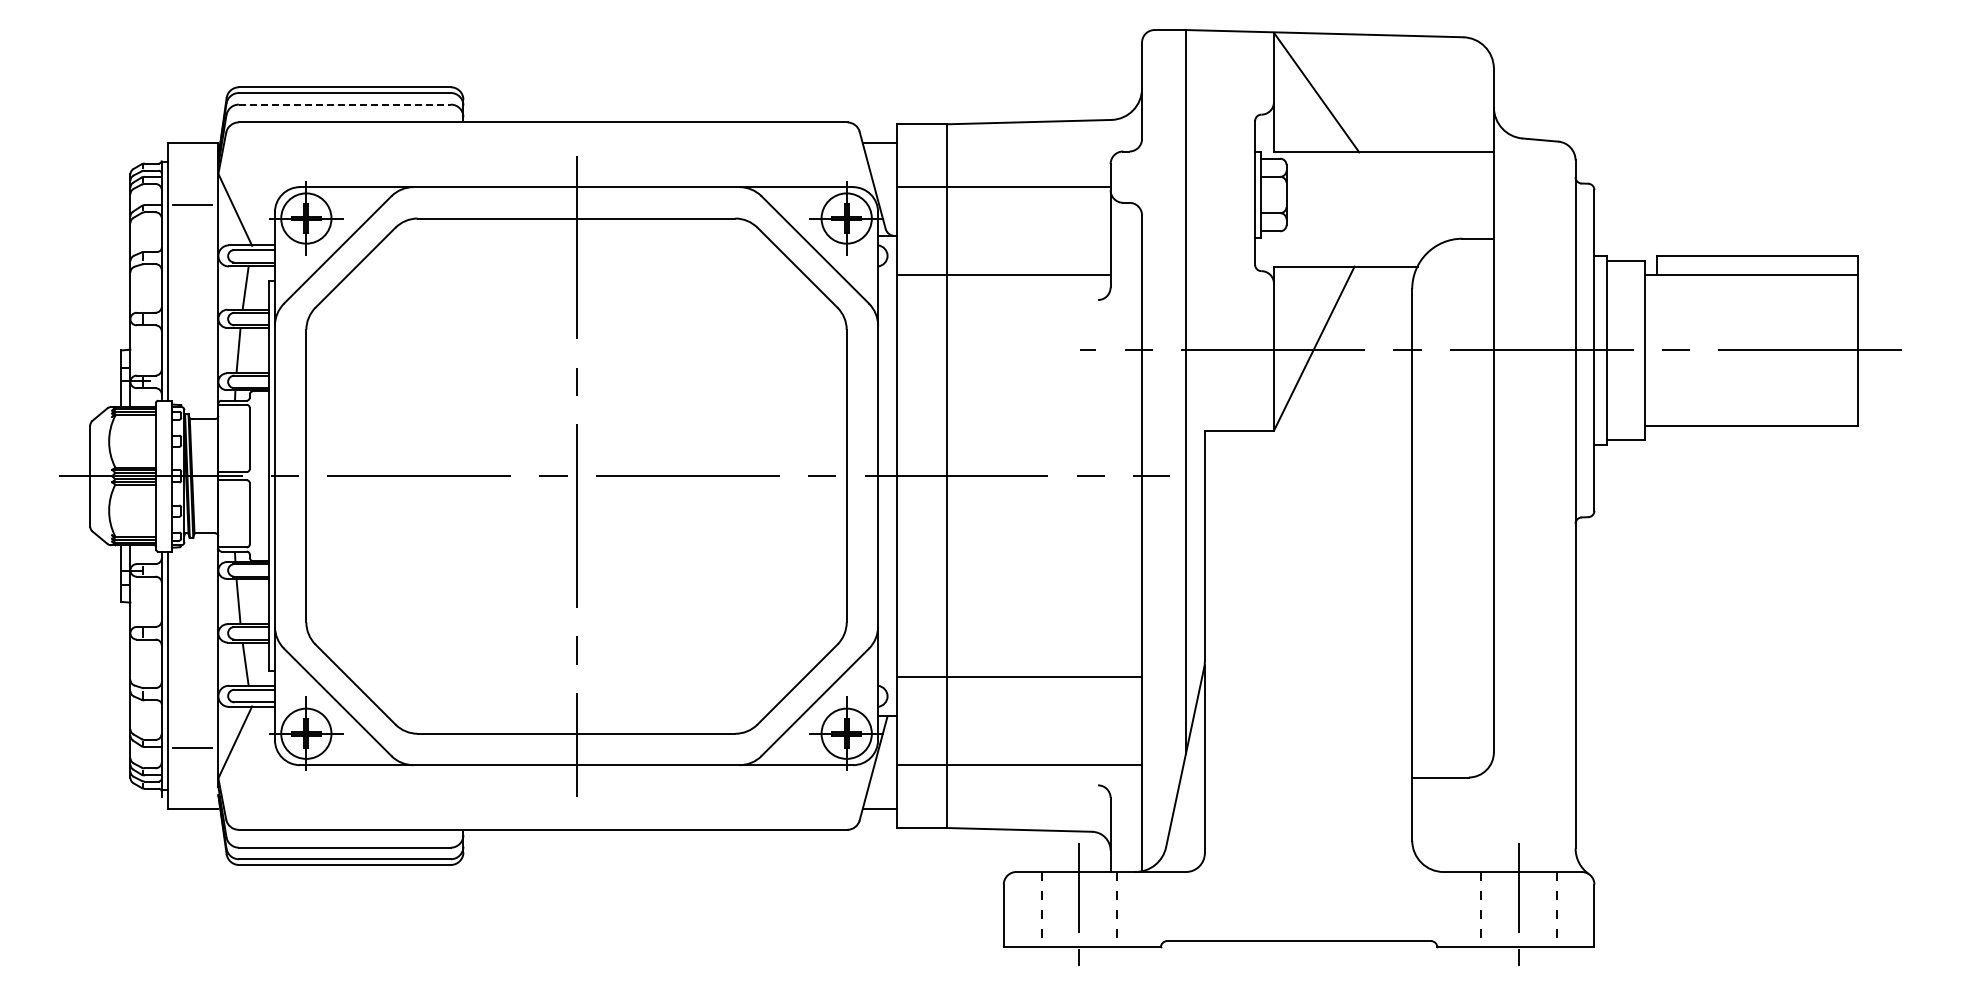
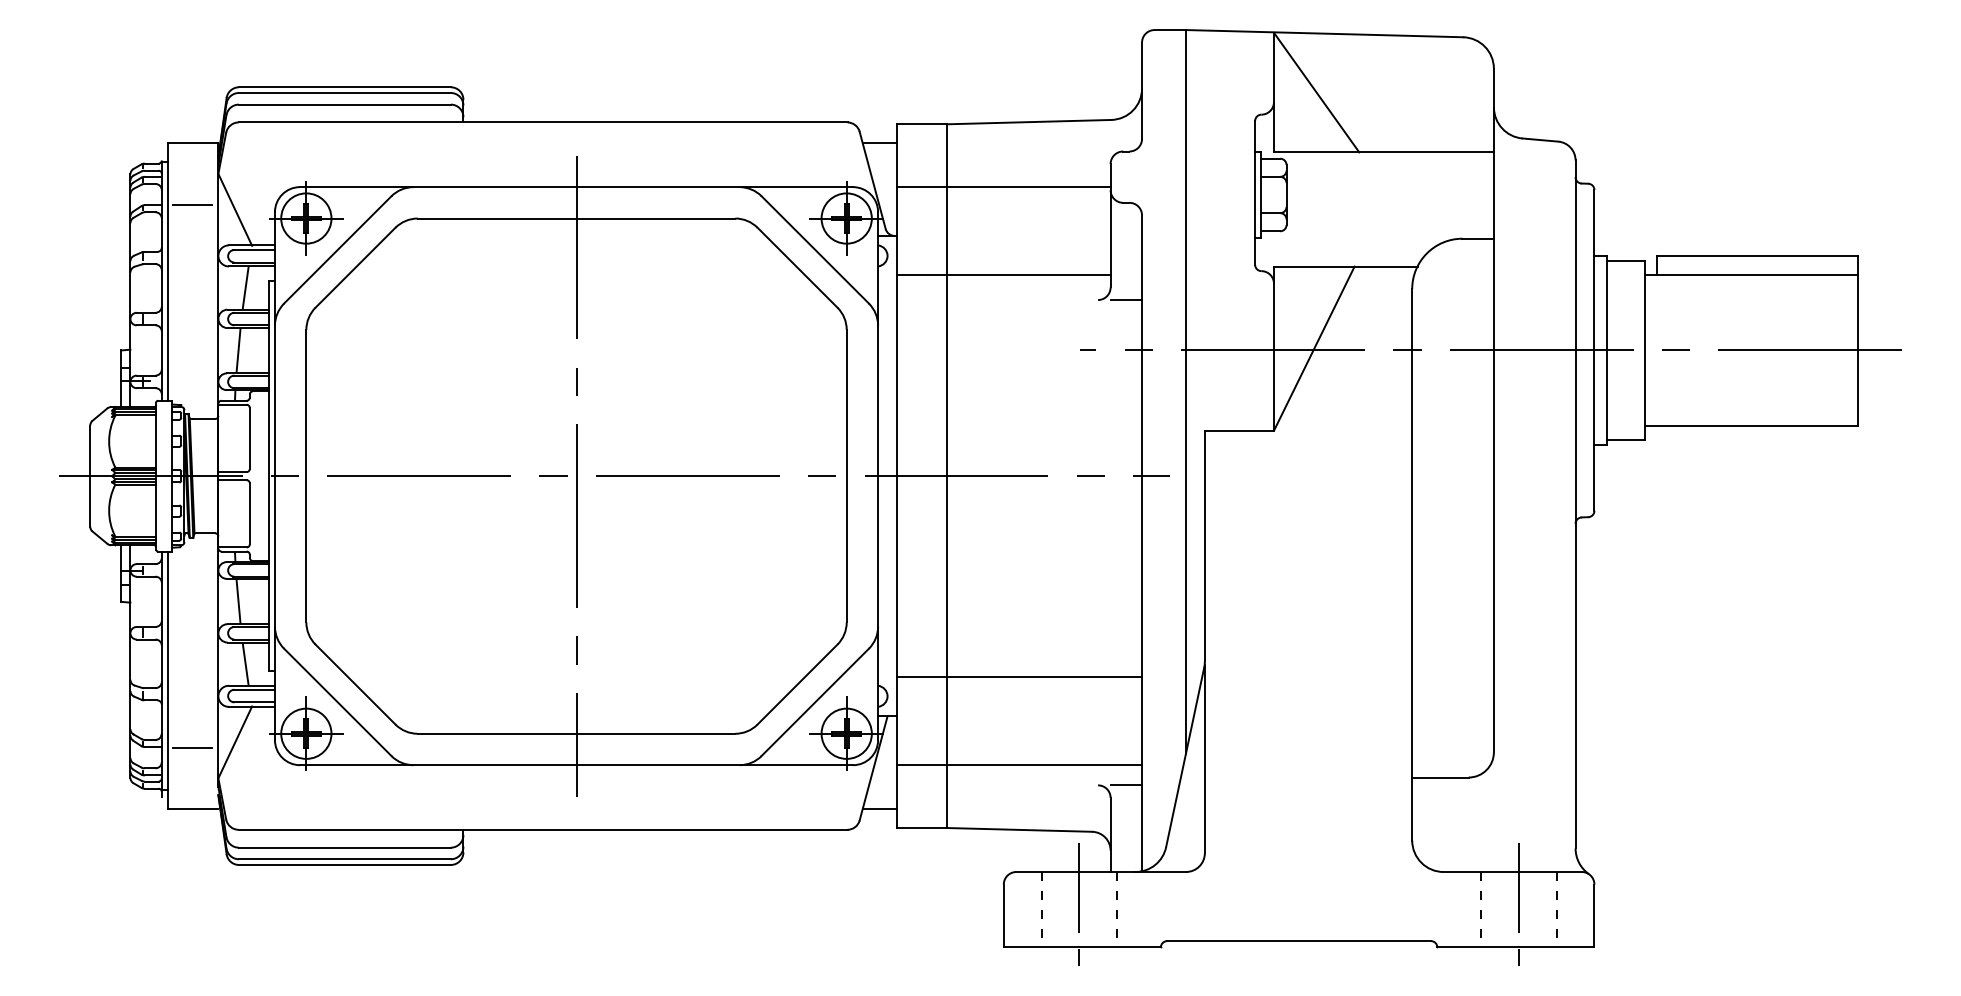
line at (344, 104): dashed -> solid
line at (1126, 300): none -> present
line at (1126, 785): none -> present
